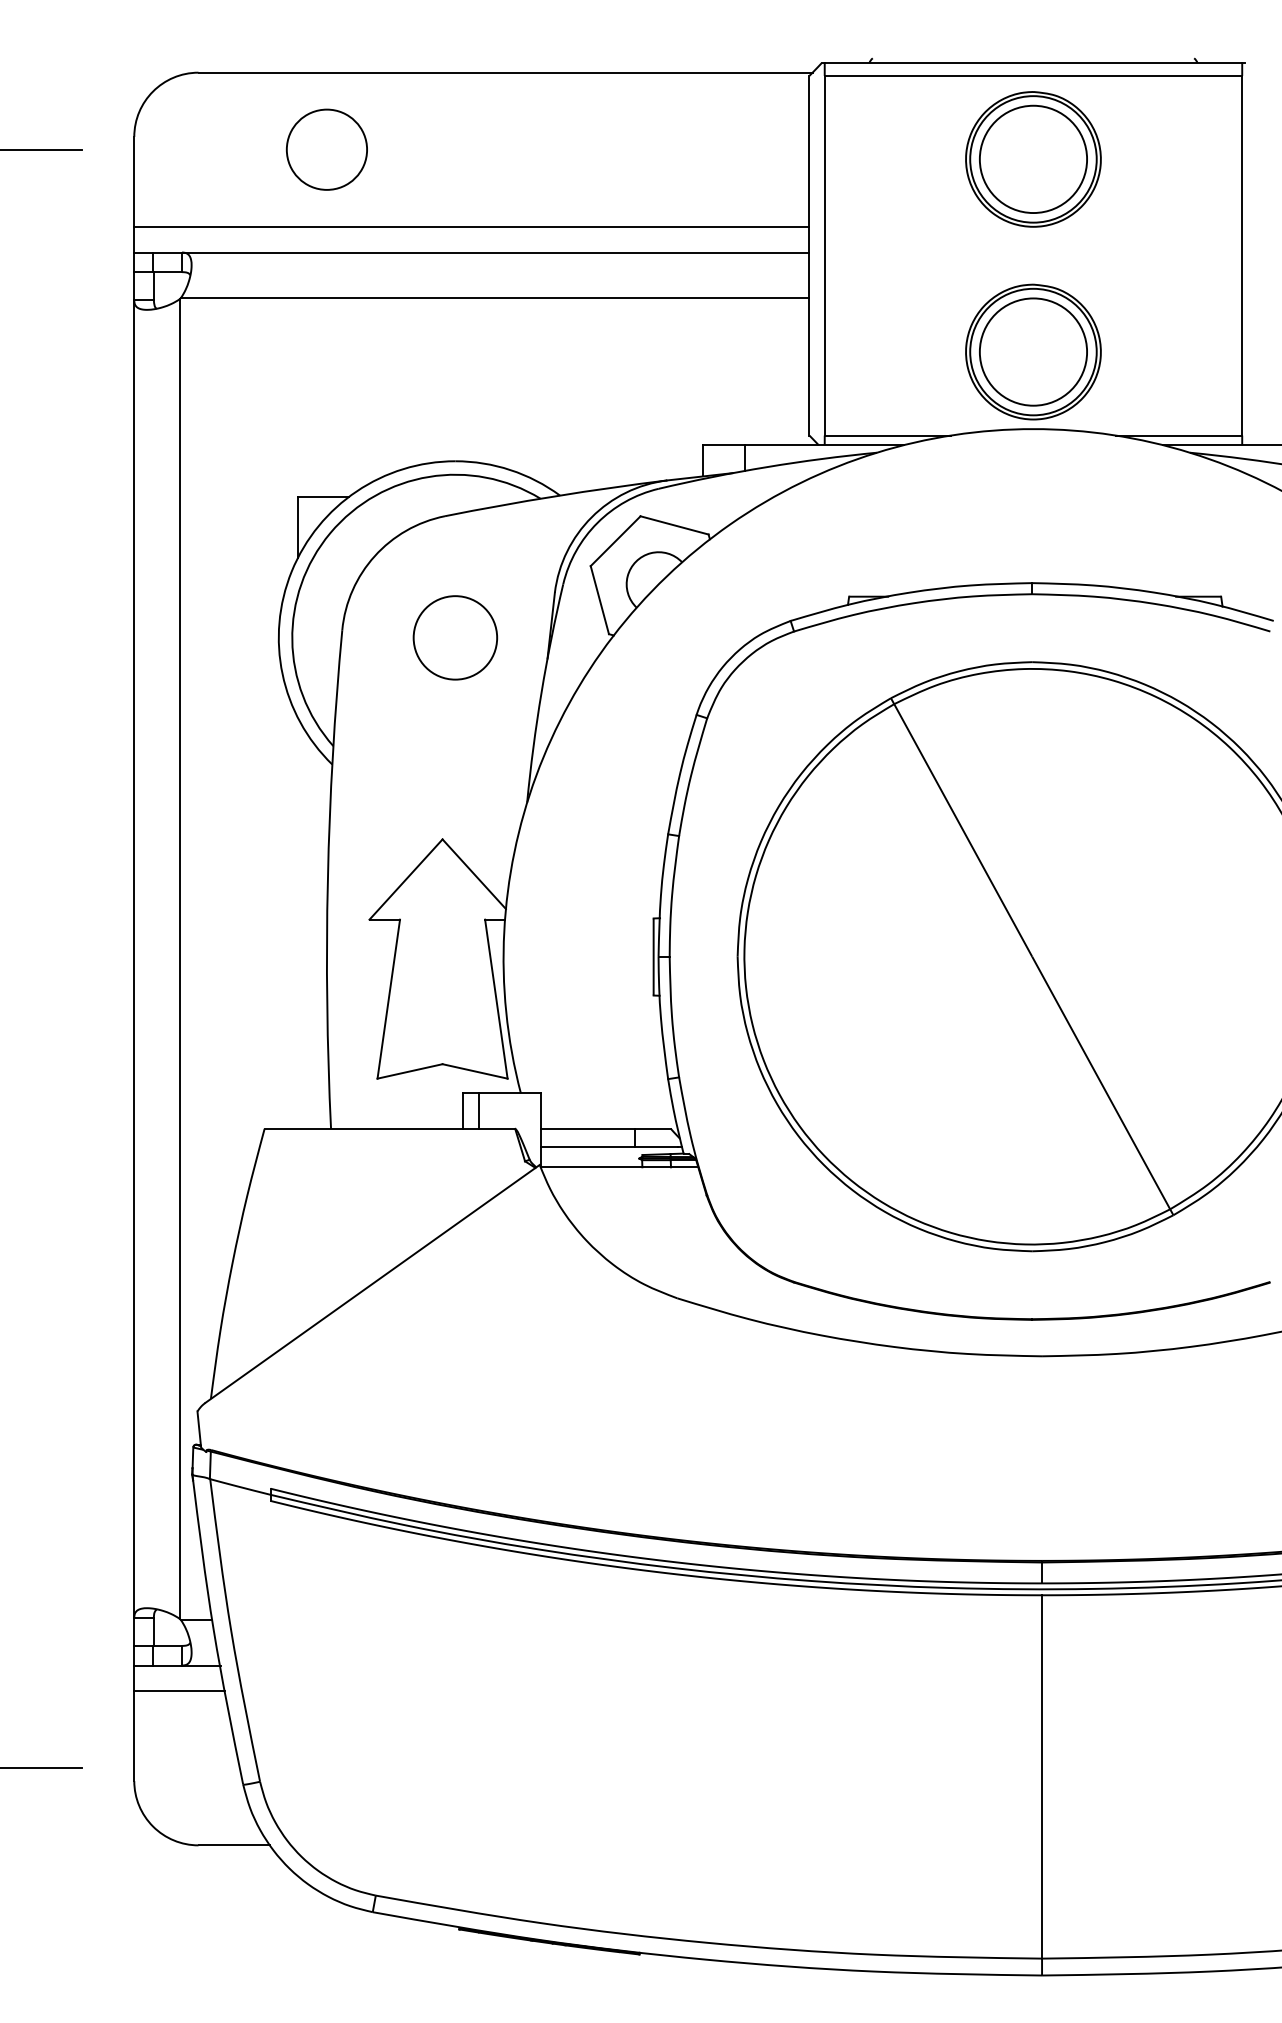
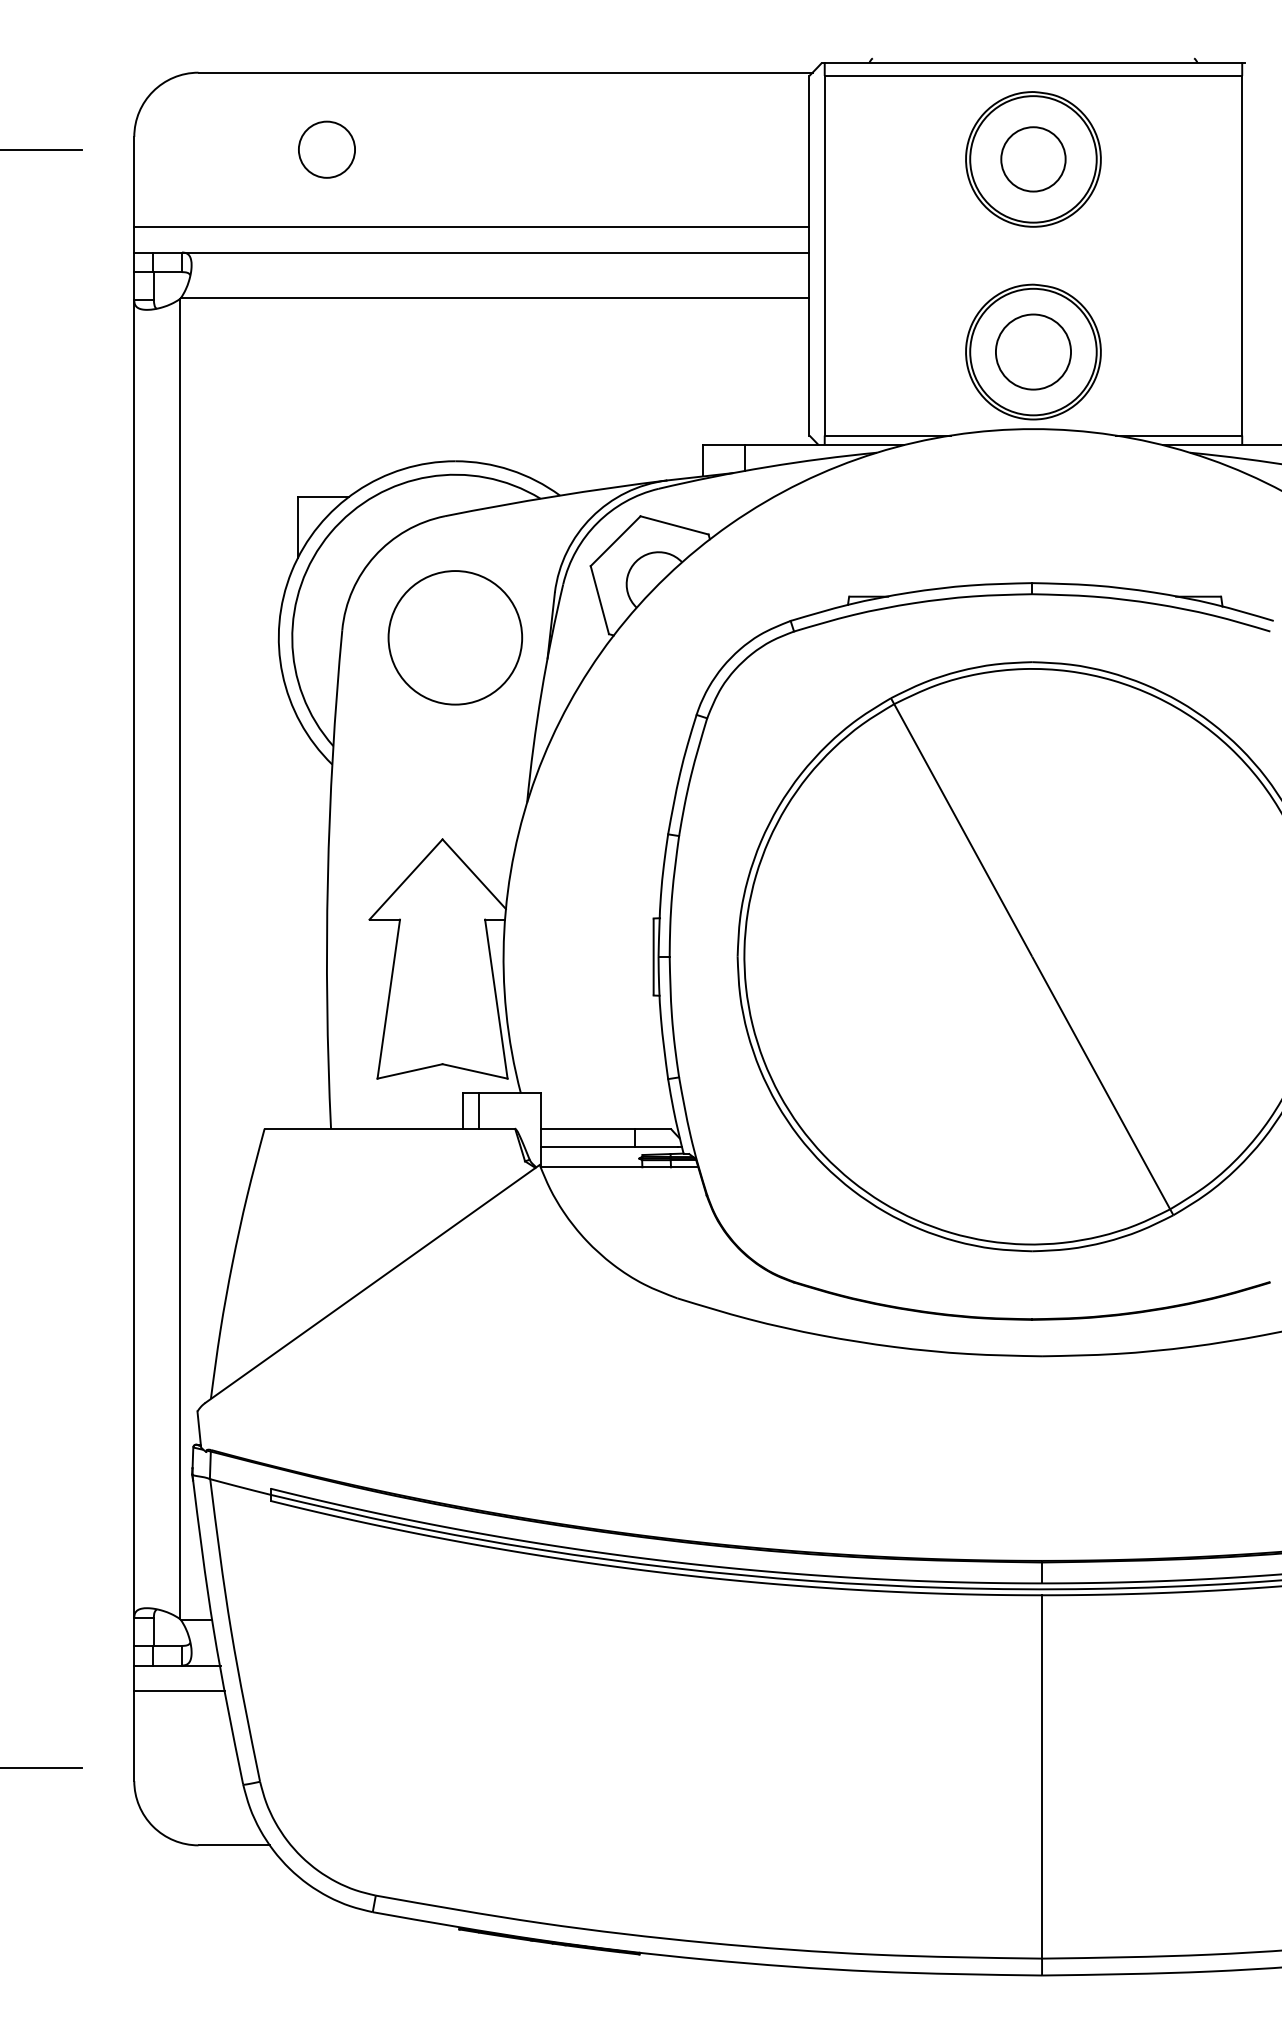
circle at (326, 149) diameter: 80 px -> 56 px
circle at (1033, 159) diameter: 107 px -> 64 px
circle at (1033, 351) diameter: 107 px -> 75 px
circle at (455, 637) size: 87x86 px -> 137x136 px
